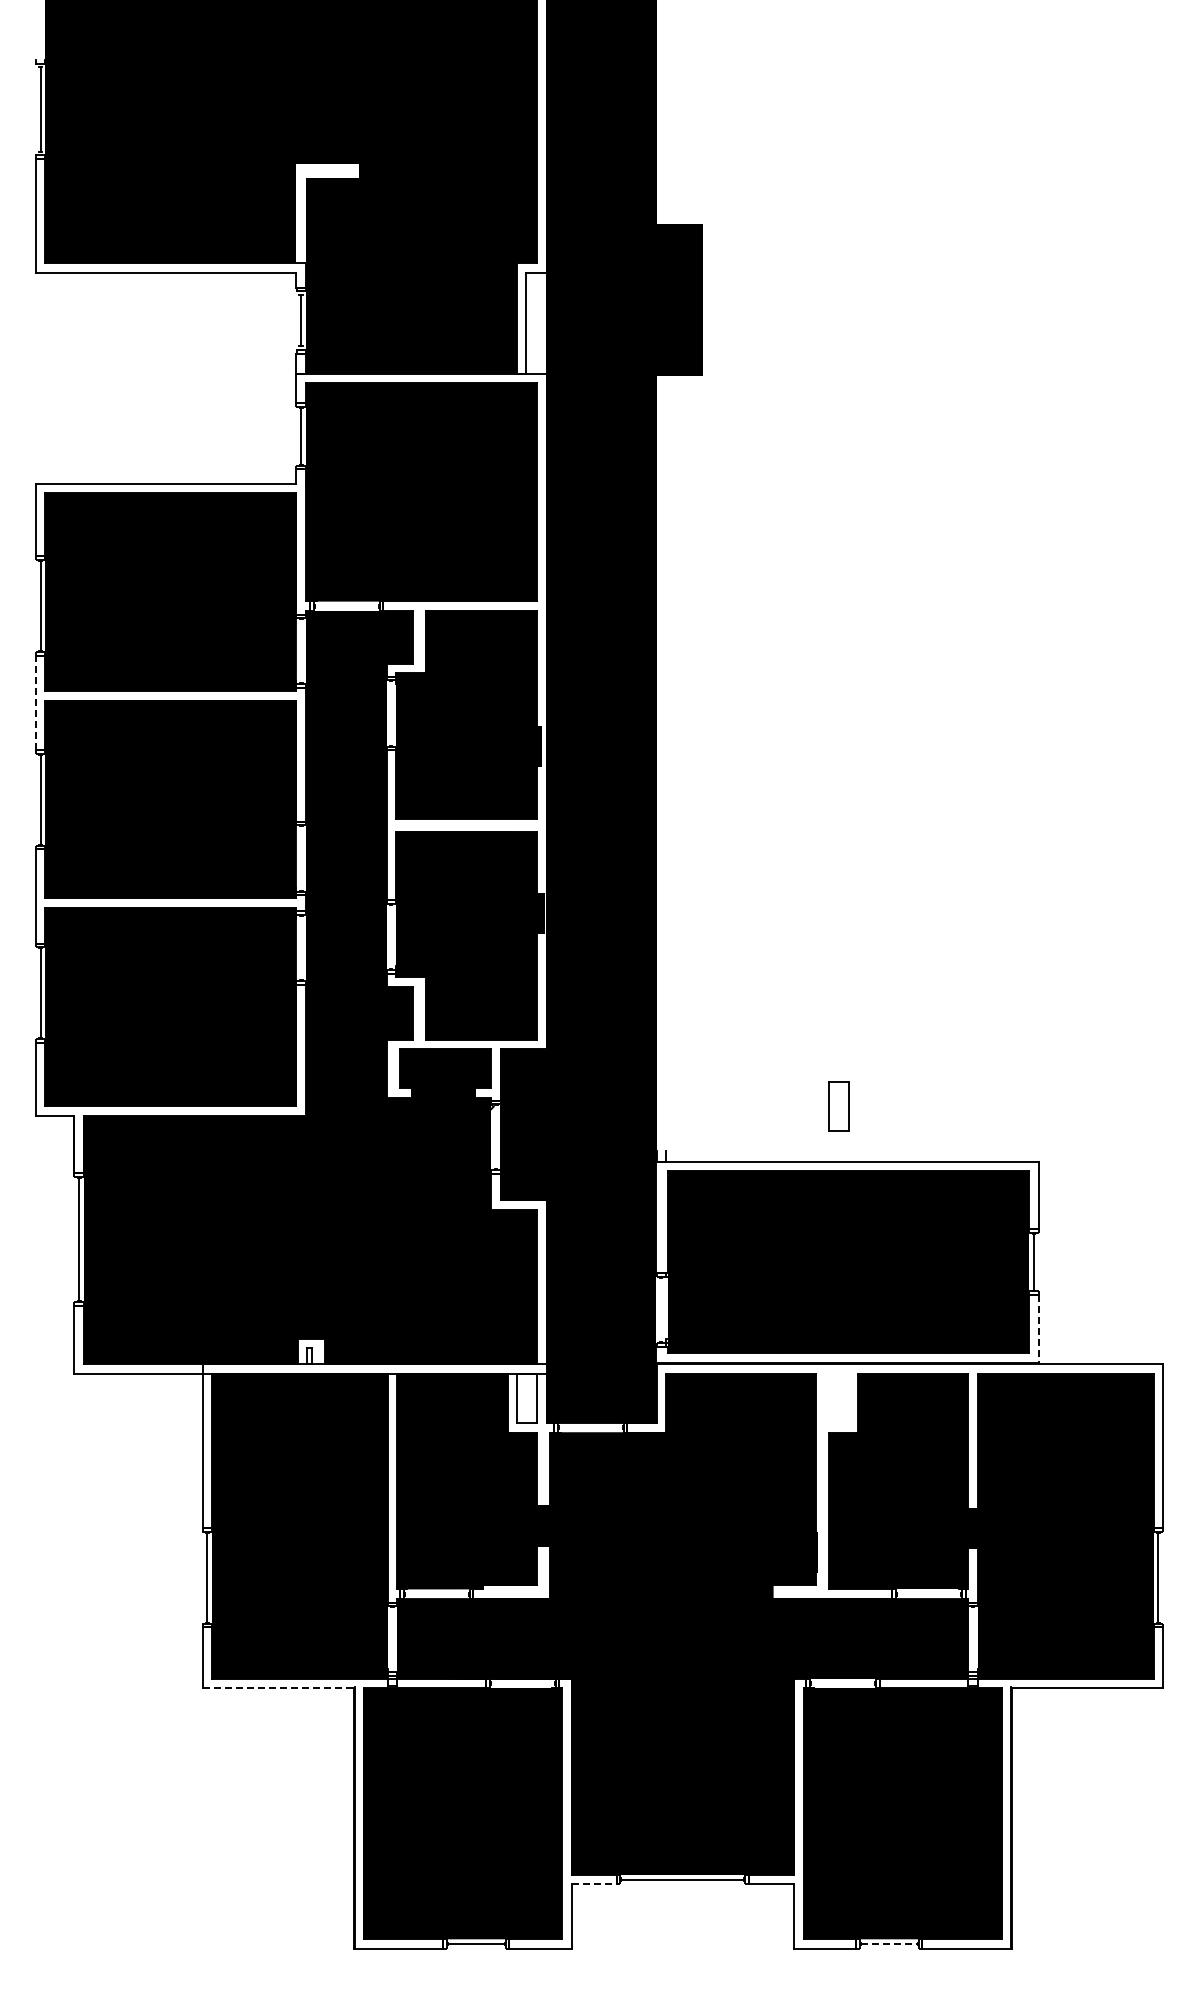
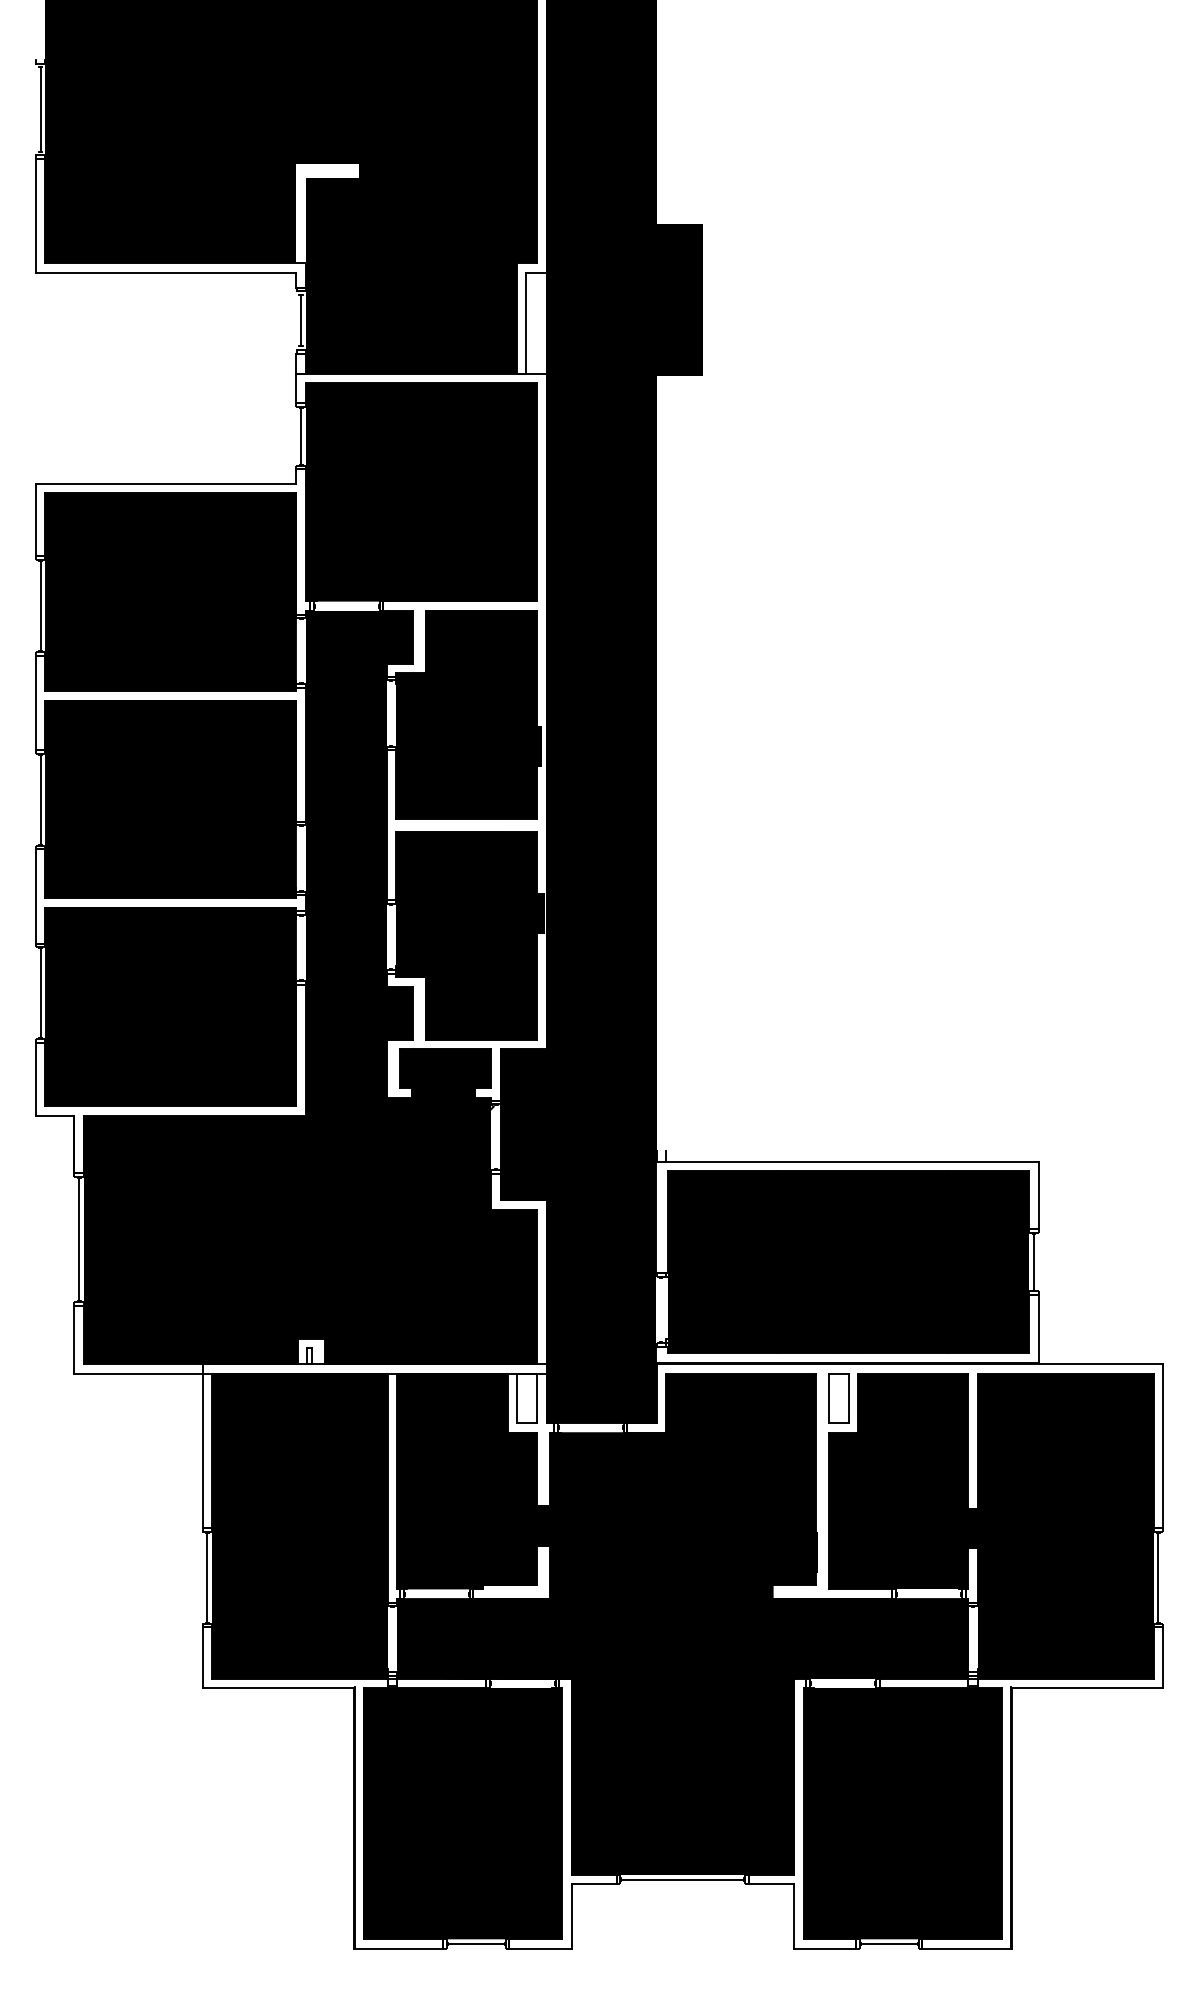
line at (35, 702): dashed -> solid
part at (838, 1106) position: (838, 1106) -> (838, 1398)
line at (1038, 1328): dashed -> solid
line at (278, 1688): dashed -> solid
line at (594, 1884): dashed -> solid
line at (889, 1943): dashed -> solid
